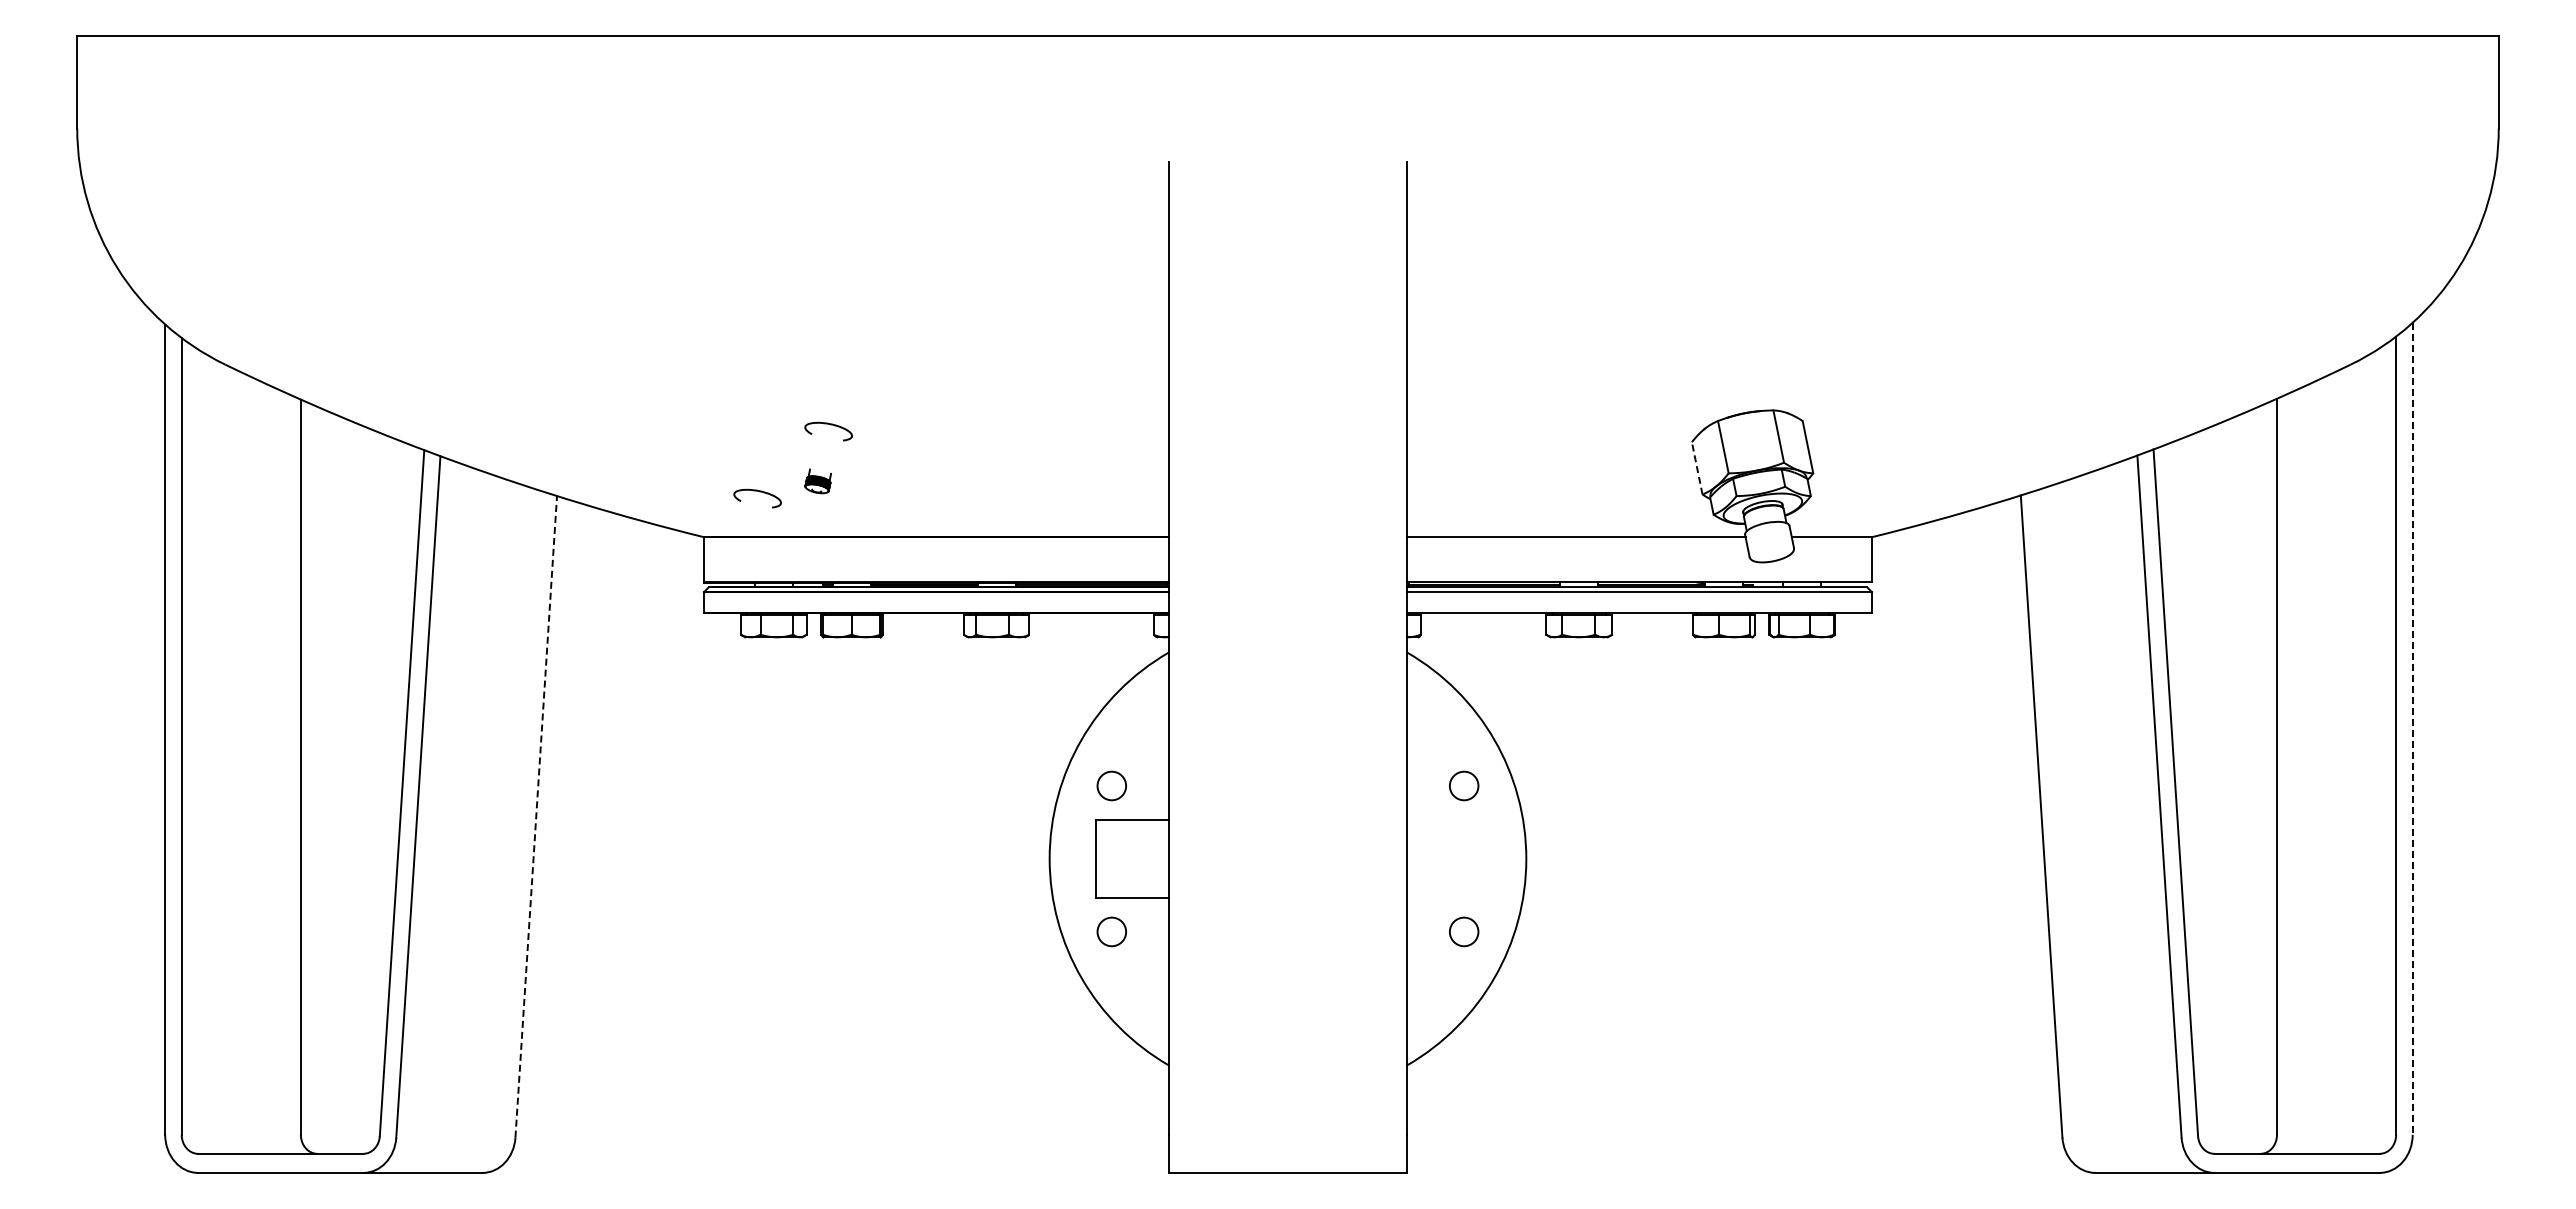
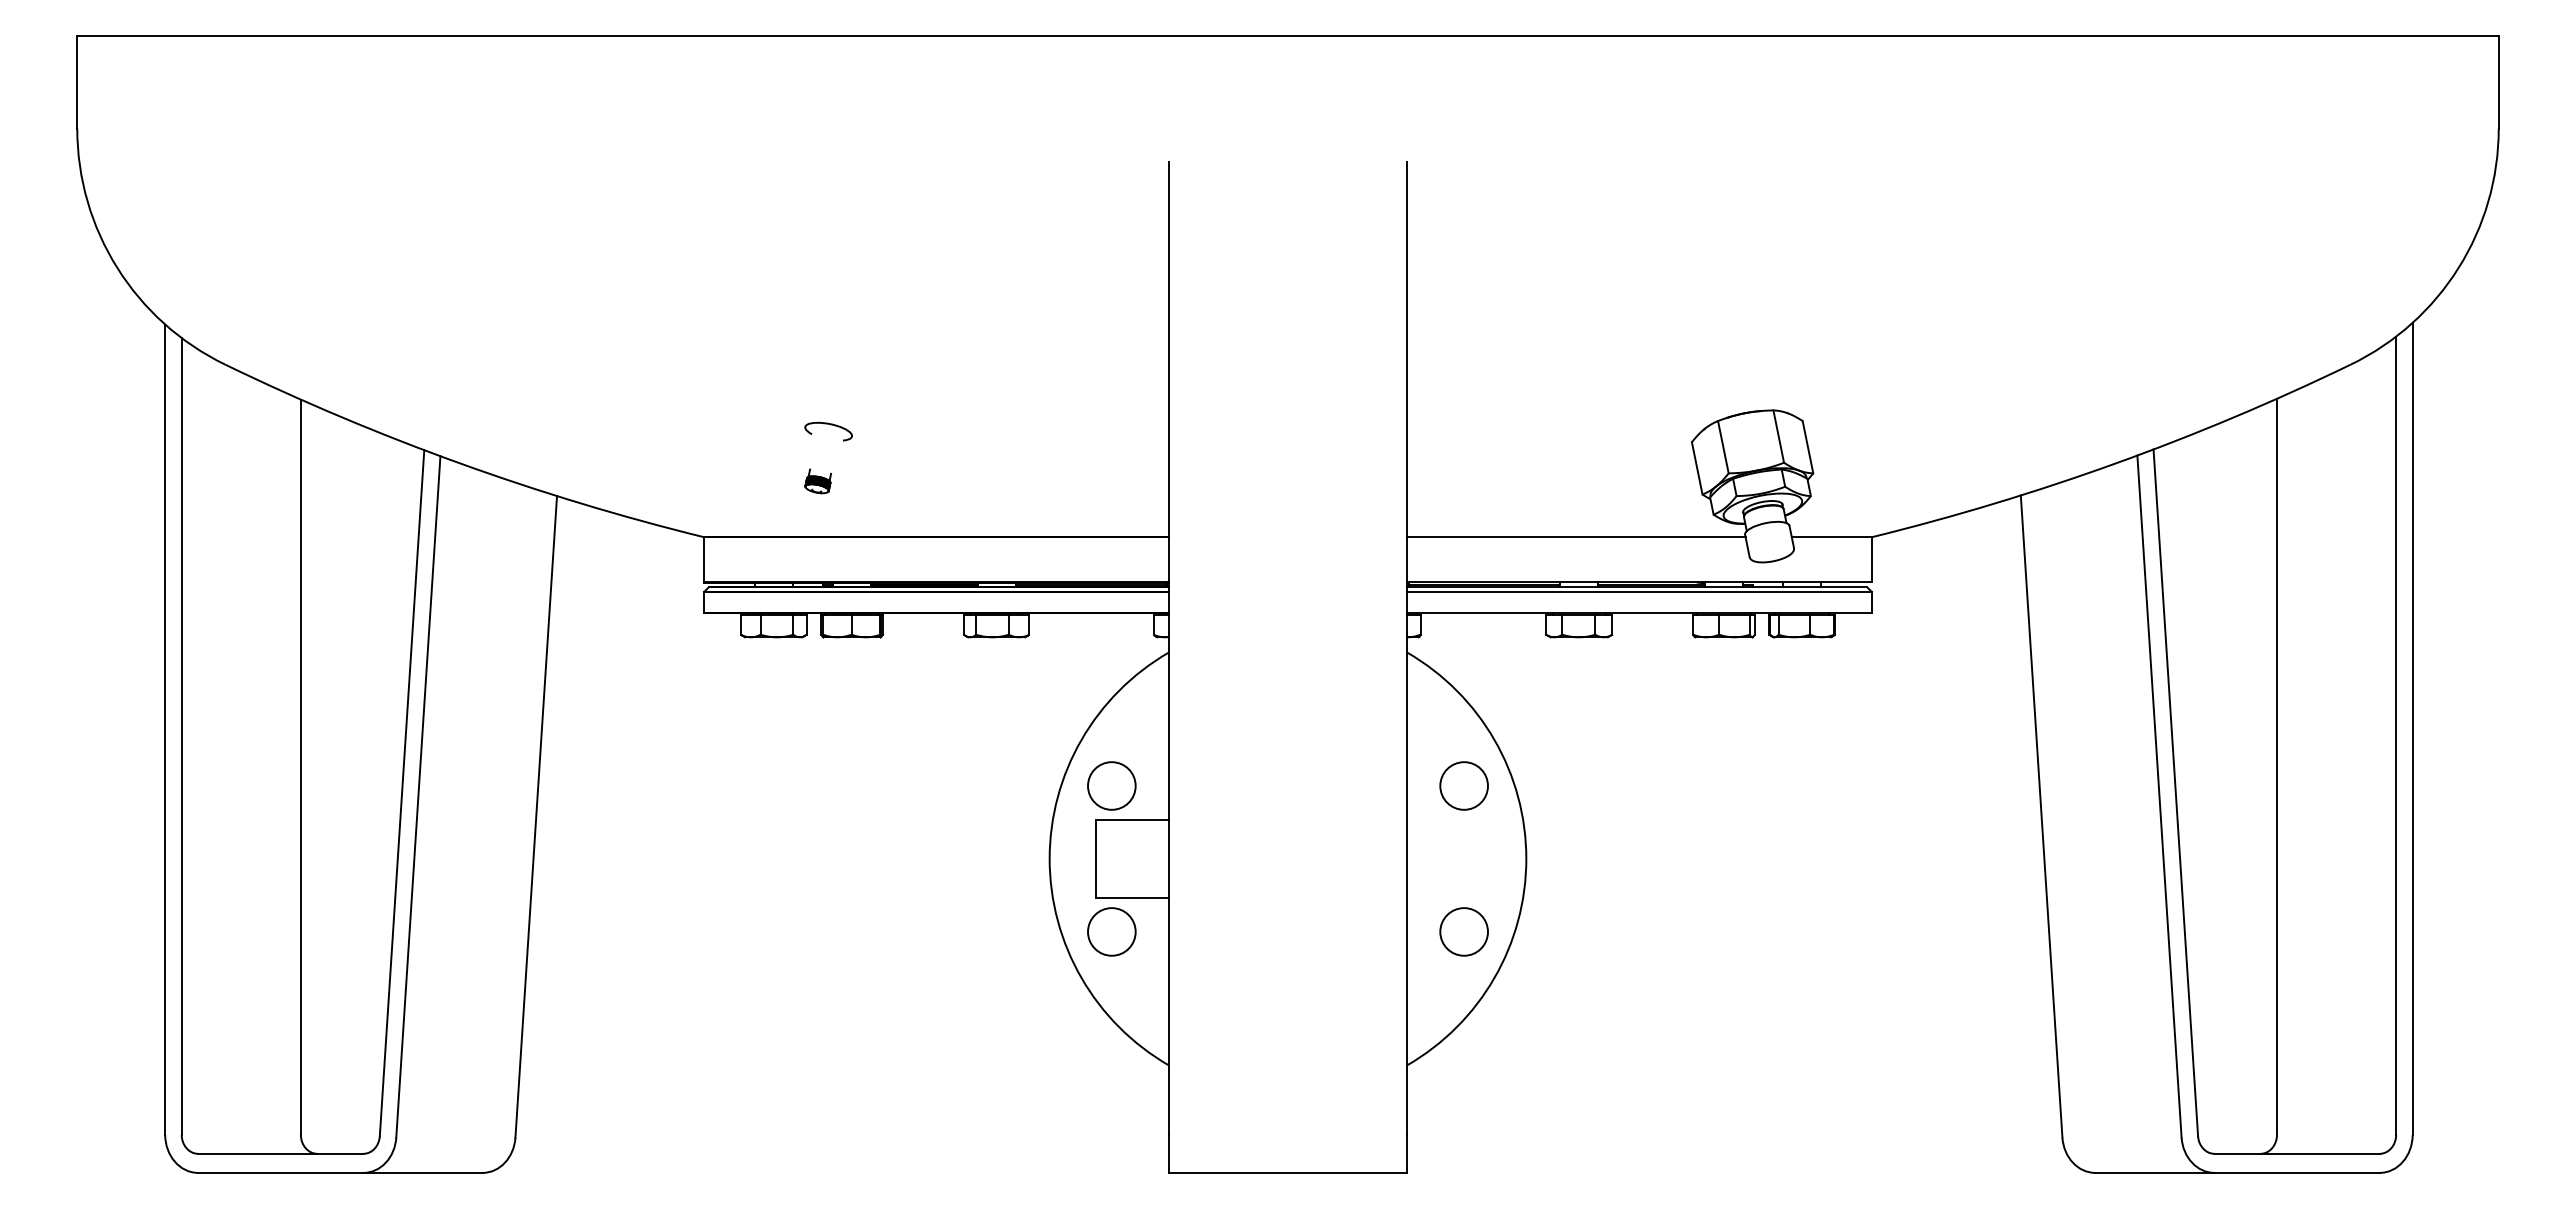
line at (1697, 468): dashed -> solid
curve at (759, 492): present -> none
line at (2412, 728): dashed -> solid
circle at (1111, 785) diameter: 29 px -> 48 px
circle at (1463, 785) diameter: 29 px -> 48 px
line at (536, 816): dashed -> solid
circle at (1111, 931) diameter: 29 px -> 48 px
circle at (1463, 931) diameter: 29 px -> 48 px
